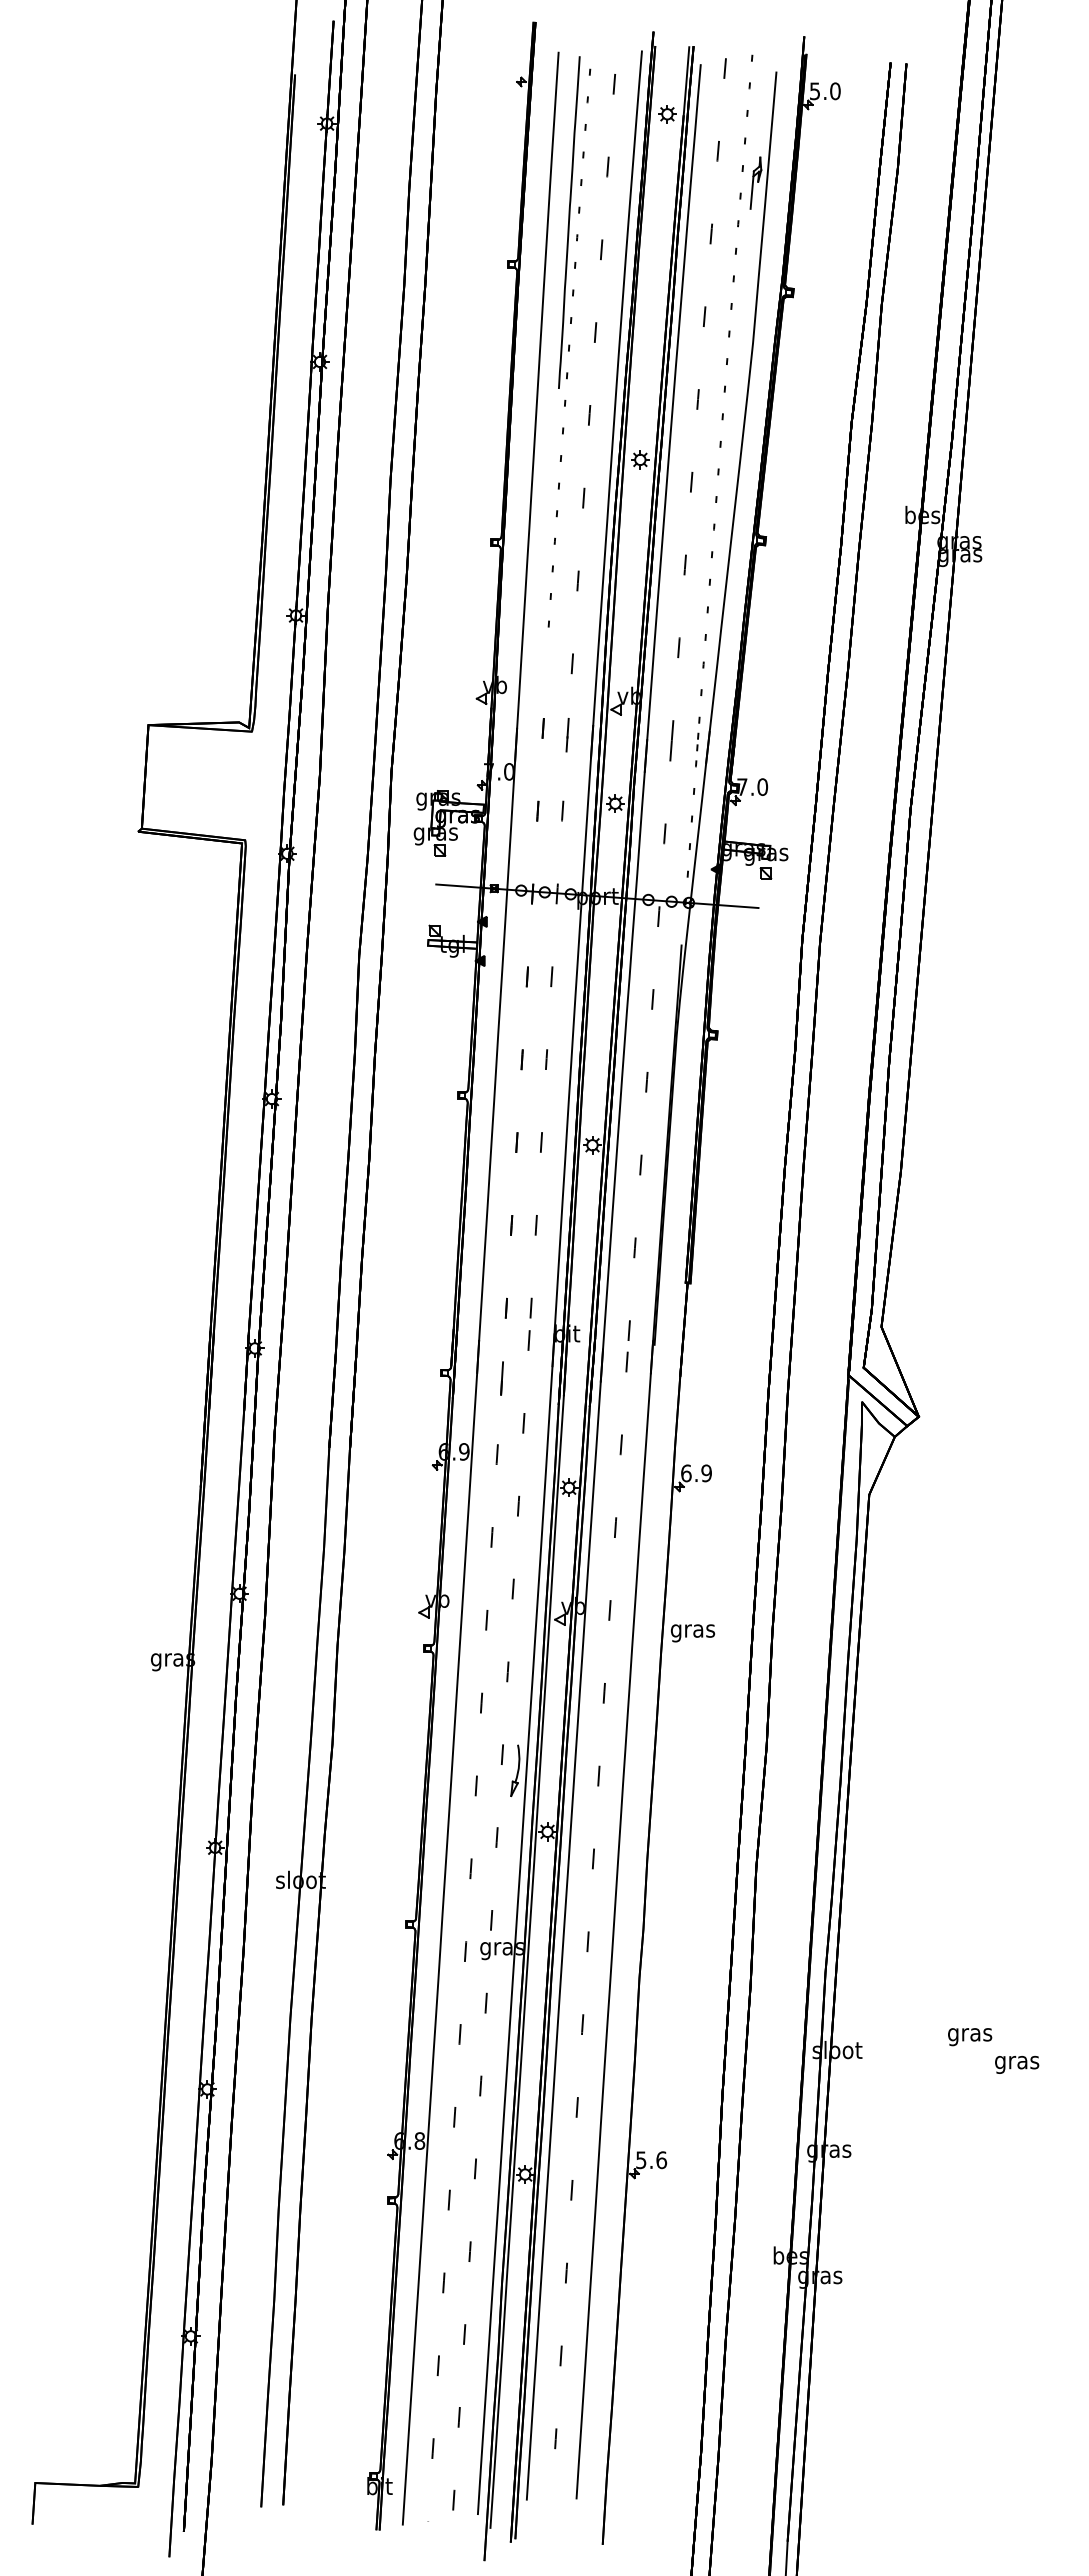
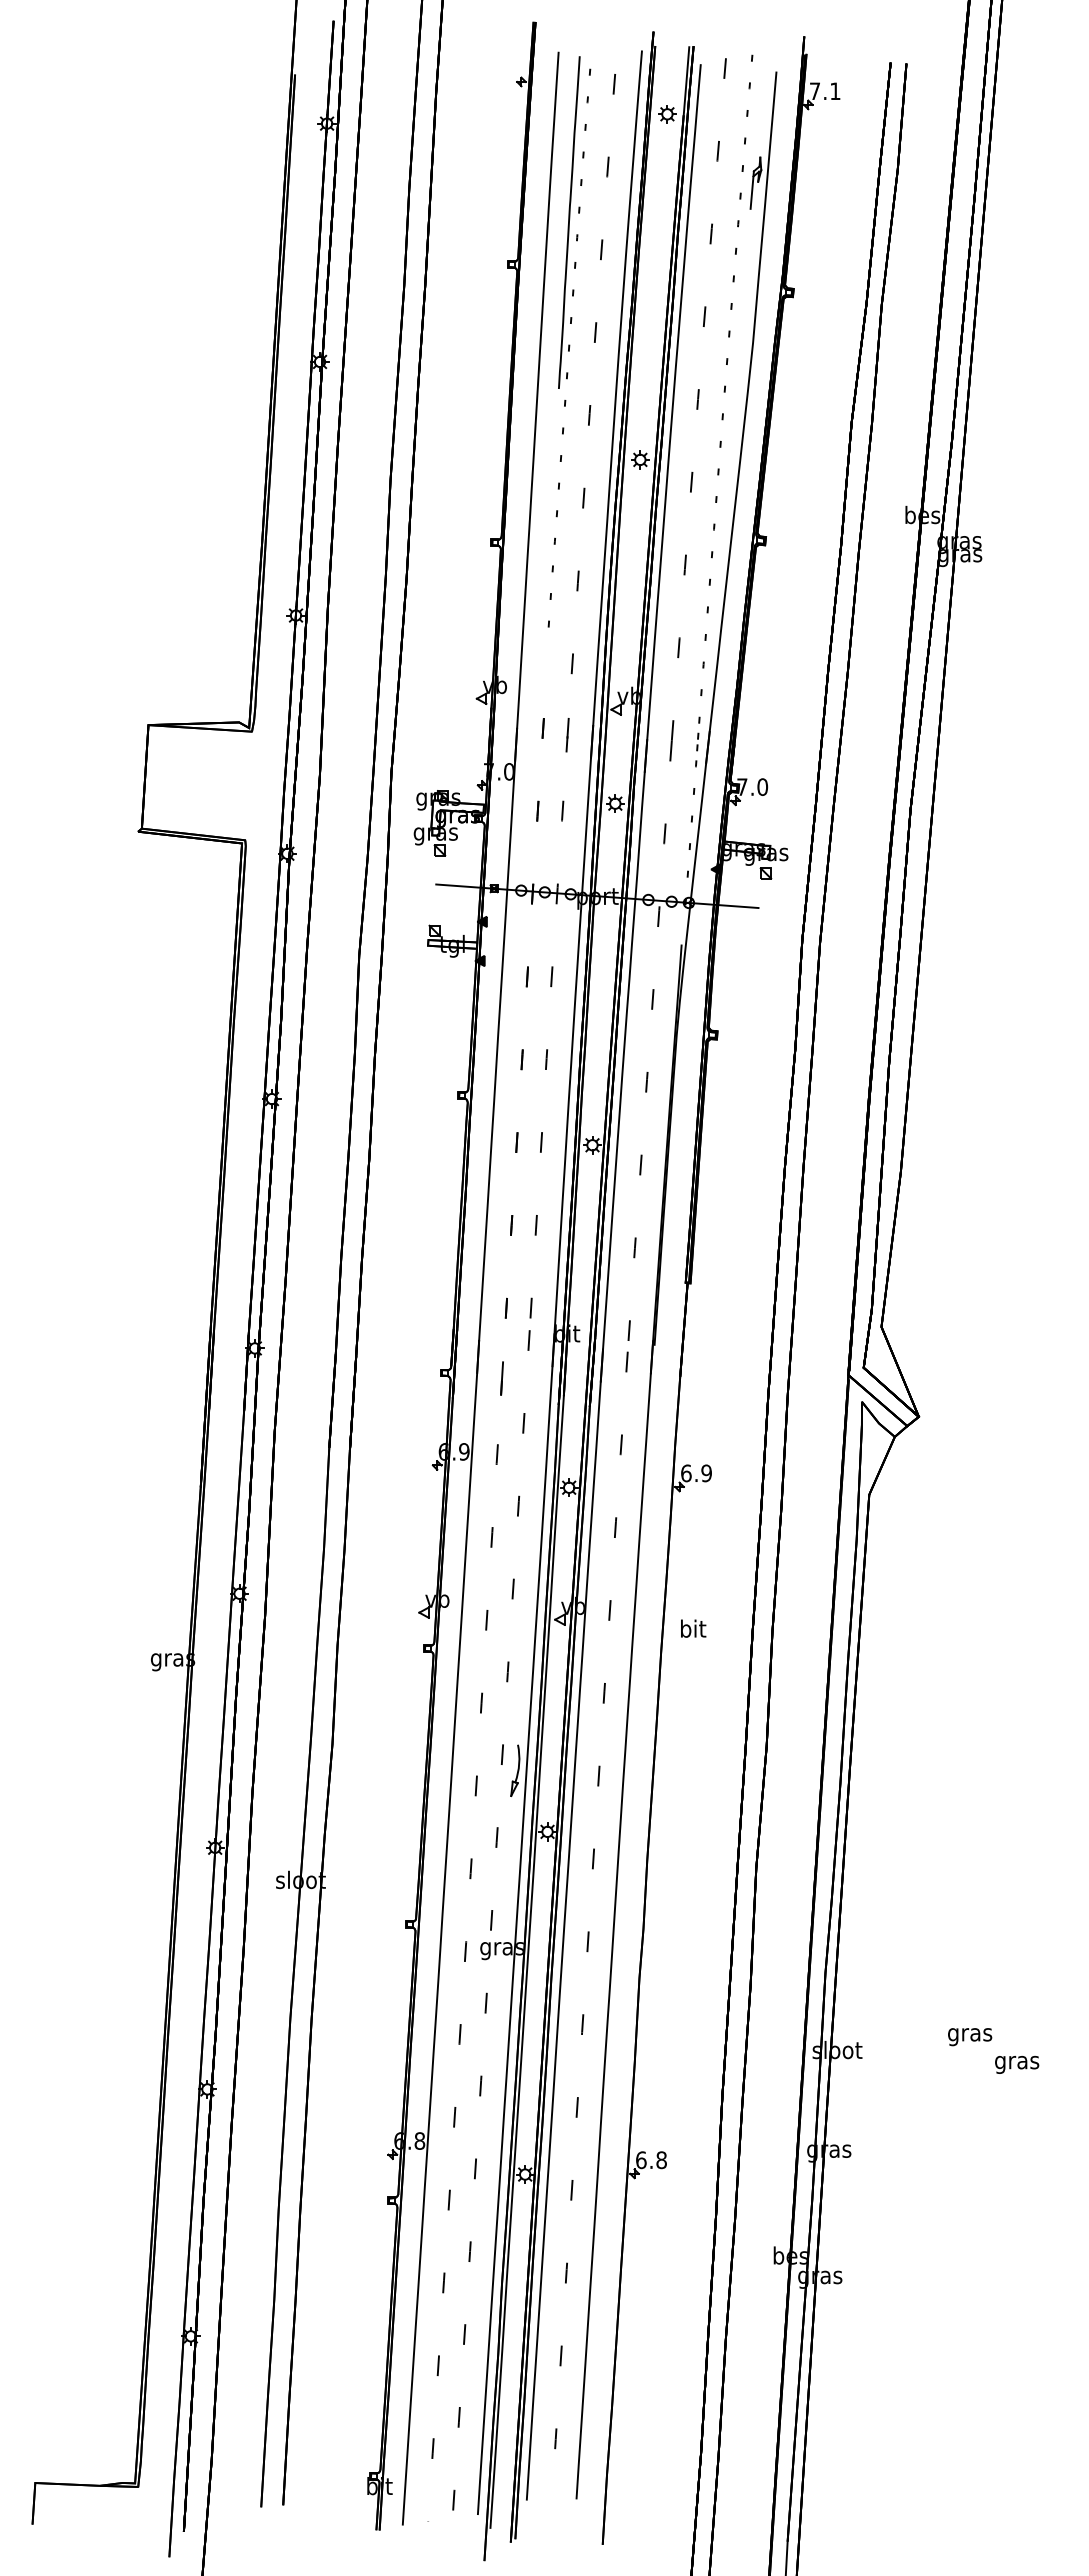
text at (825, 91): 5.0 -> 7.1
text at (692, 1630): gras -> bit
text at (651, 2160): 5.6 -> 6.8
